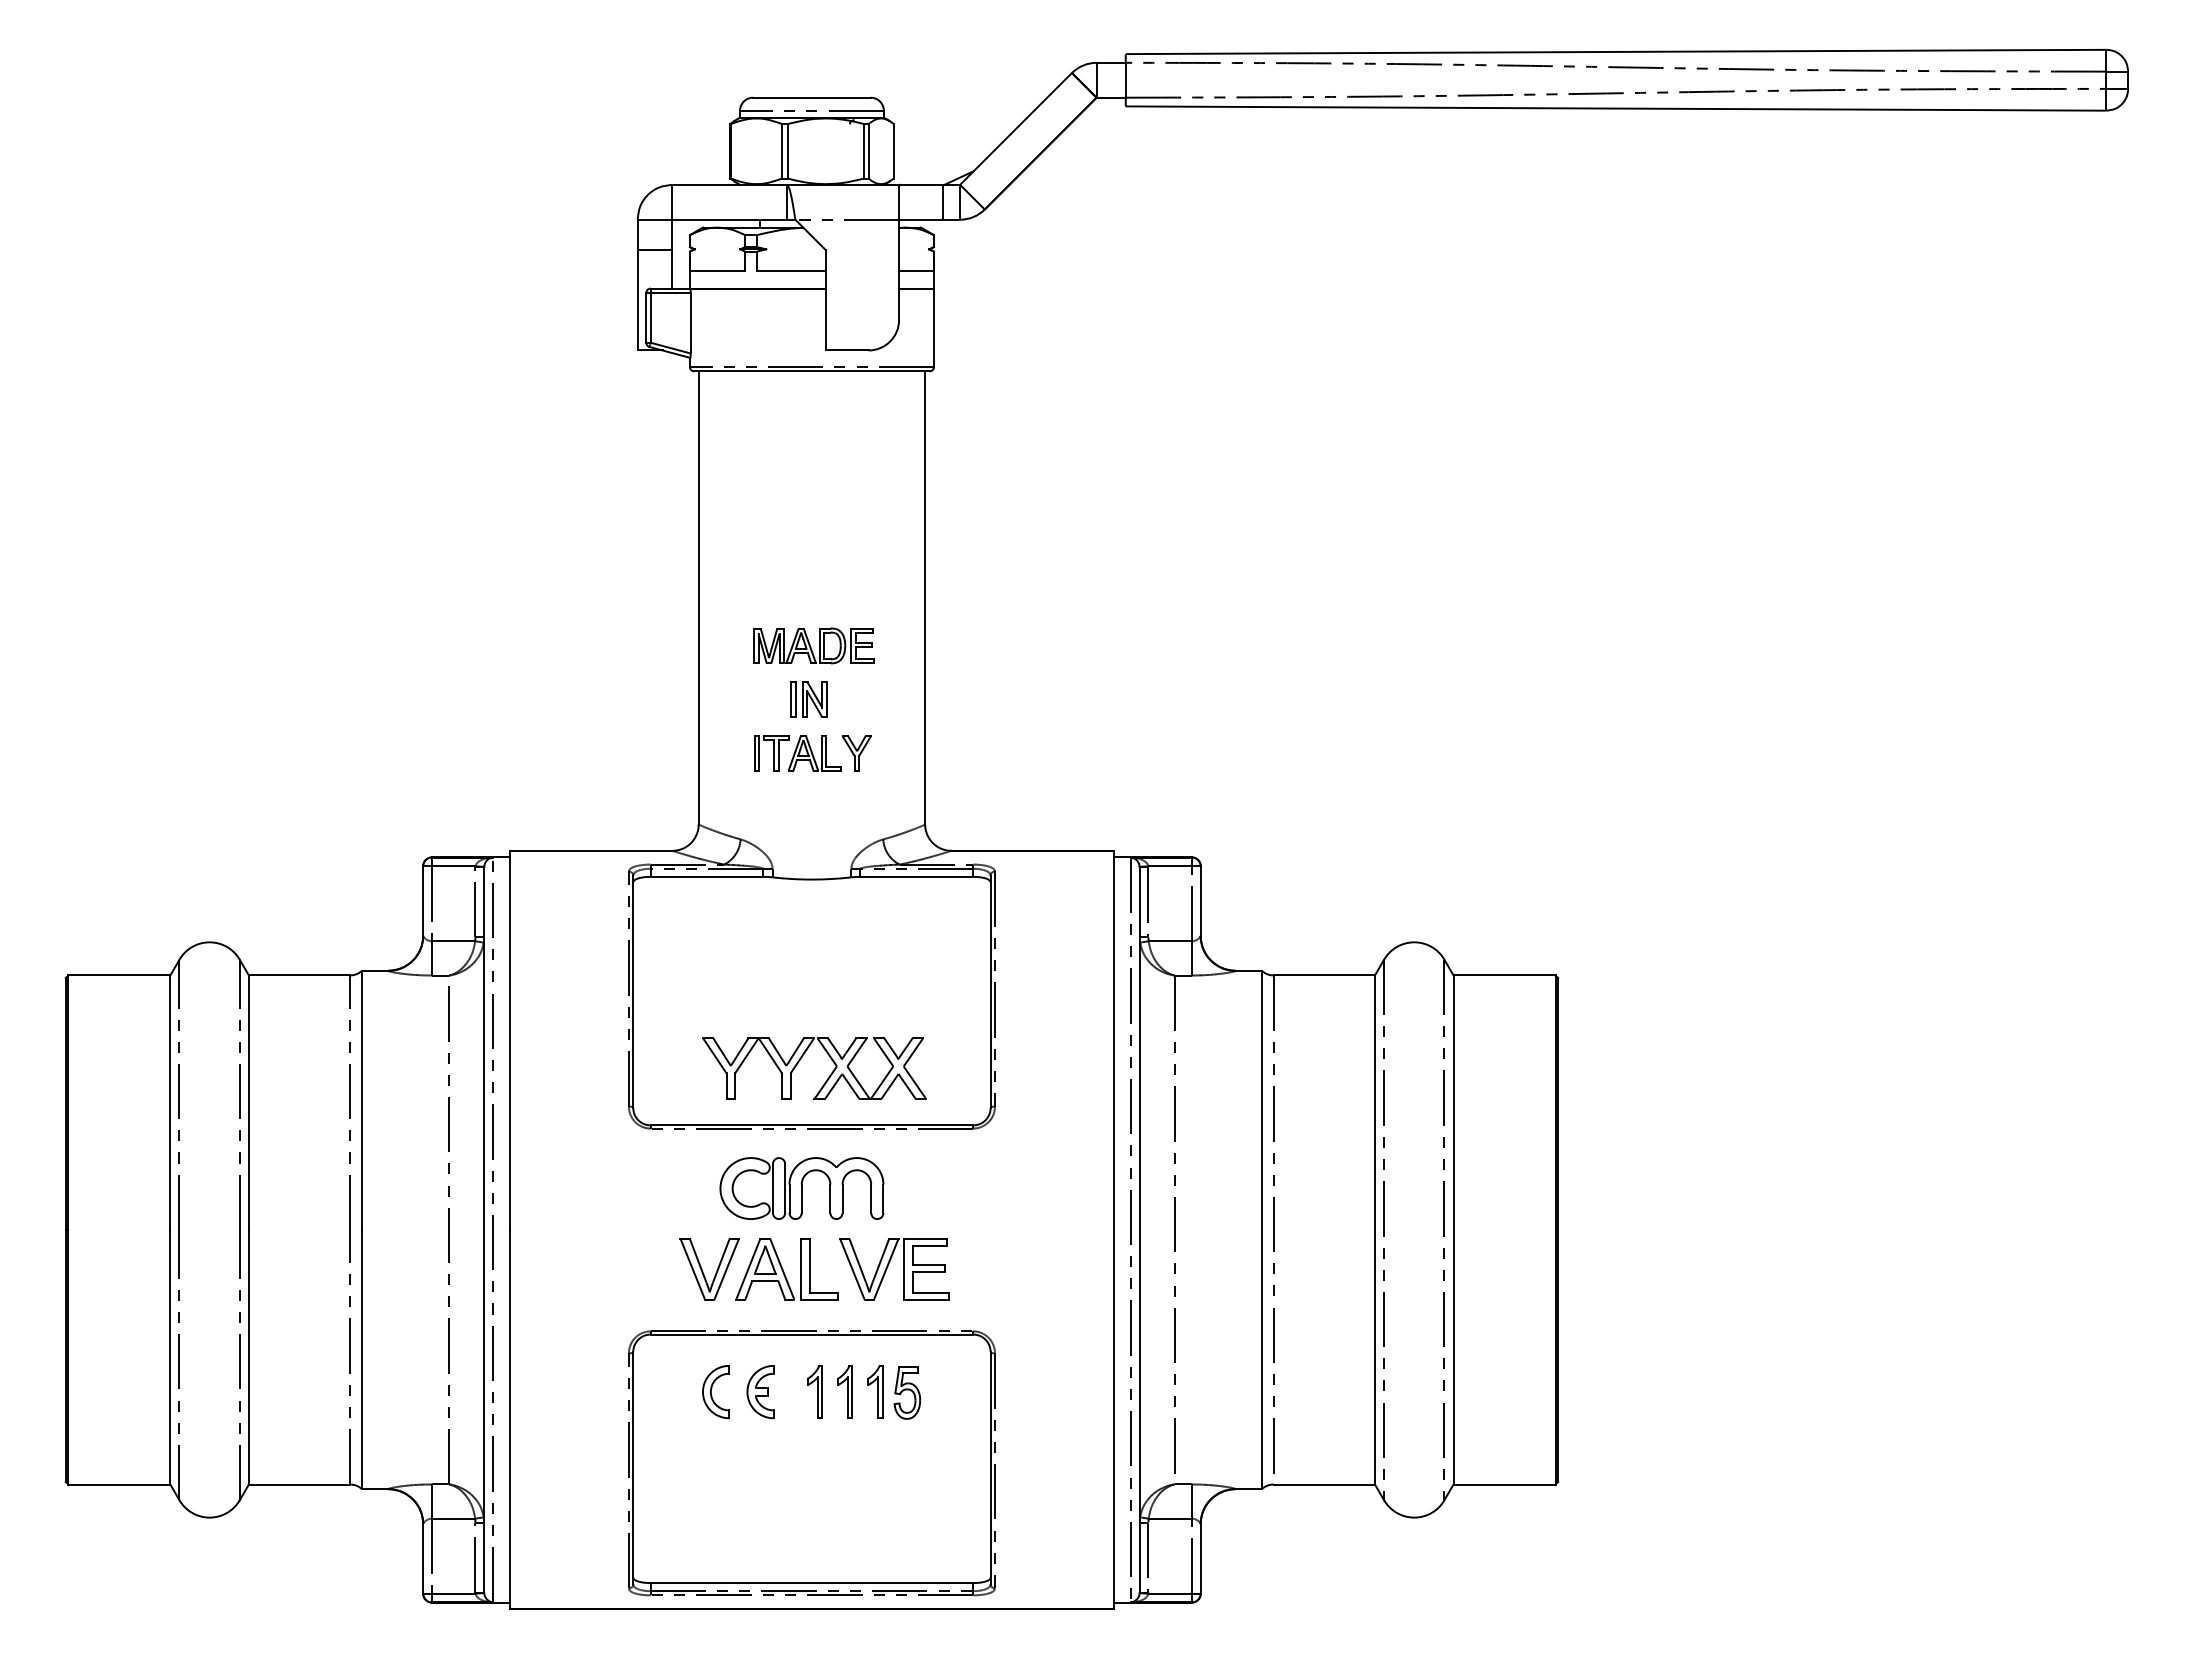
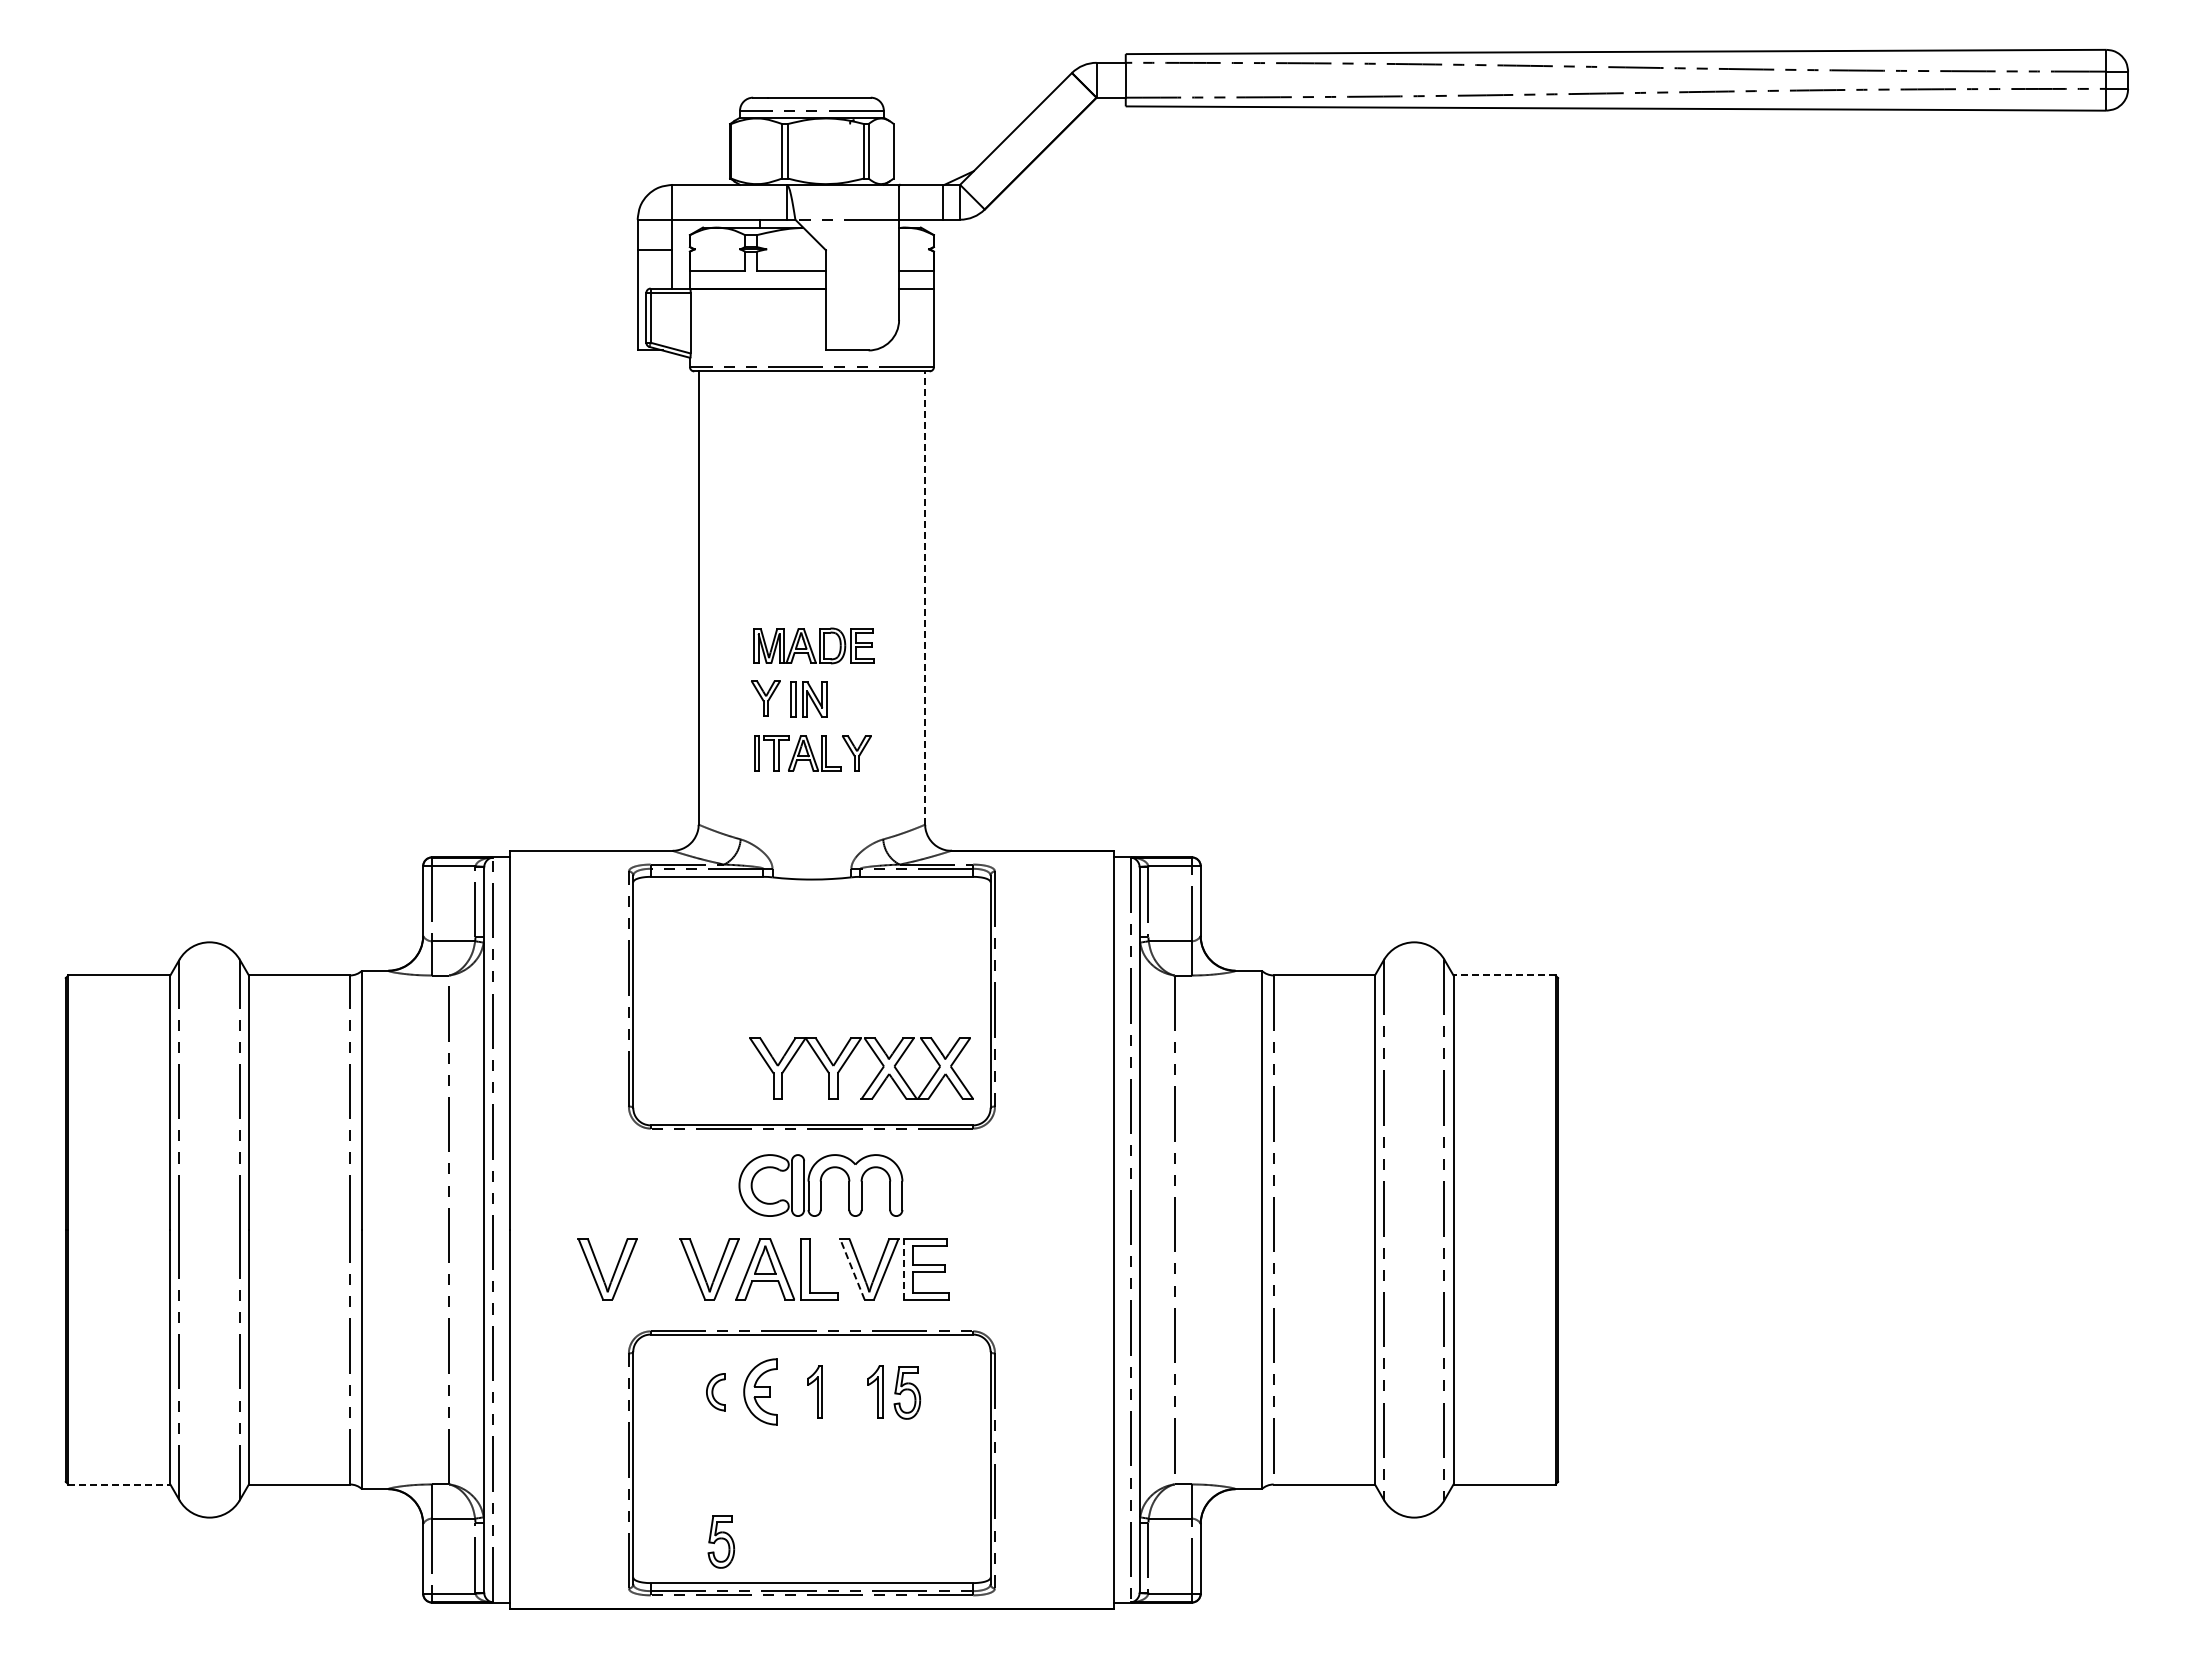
line at (925, 598): solid -> dashed
part at (765, 698): none -> present
line at (1504, 975): solid -> dashed
part at (801, 1059) position: (801, 1059) -> (848, 1059)
part at (801, 1188) position: (801, 1188) -> (820, 1185)
line at (852, 1268): solid -> dashed
line at (904, 1269): solid -> dashed
part at (601, 1271): none -> present
part at (844, 1391): present -> none
part at (715, 1392) size: 28x55 px -> 20x39 px
part at (760, 1392) size: 29x55 px -> 35x68 px
line at (119, 1484): solid -> dashed
part at (721, 1541): none -> present
